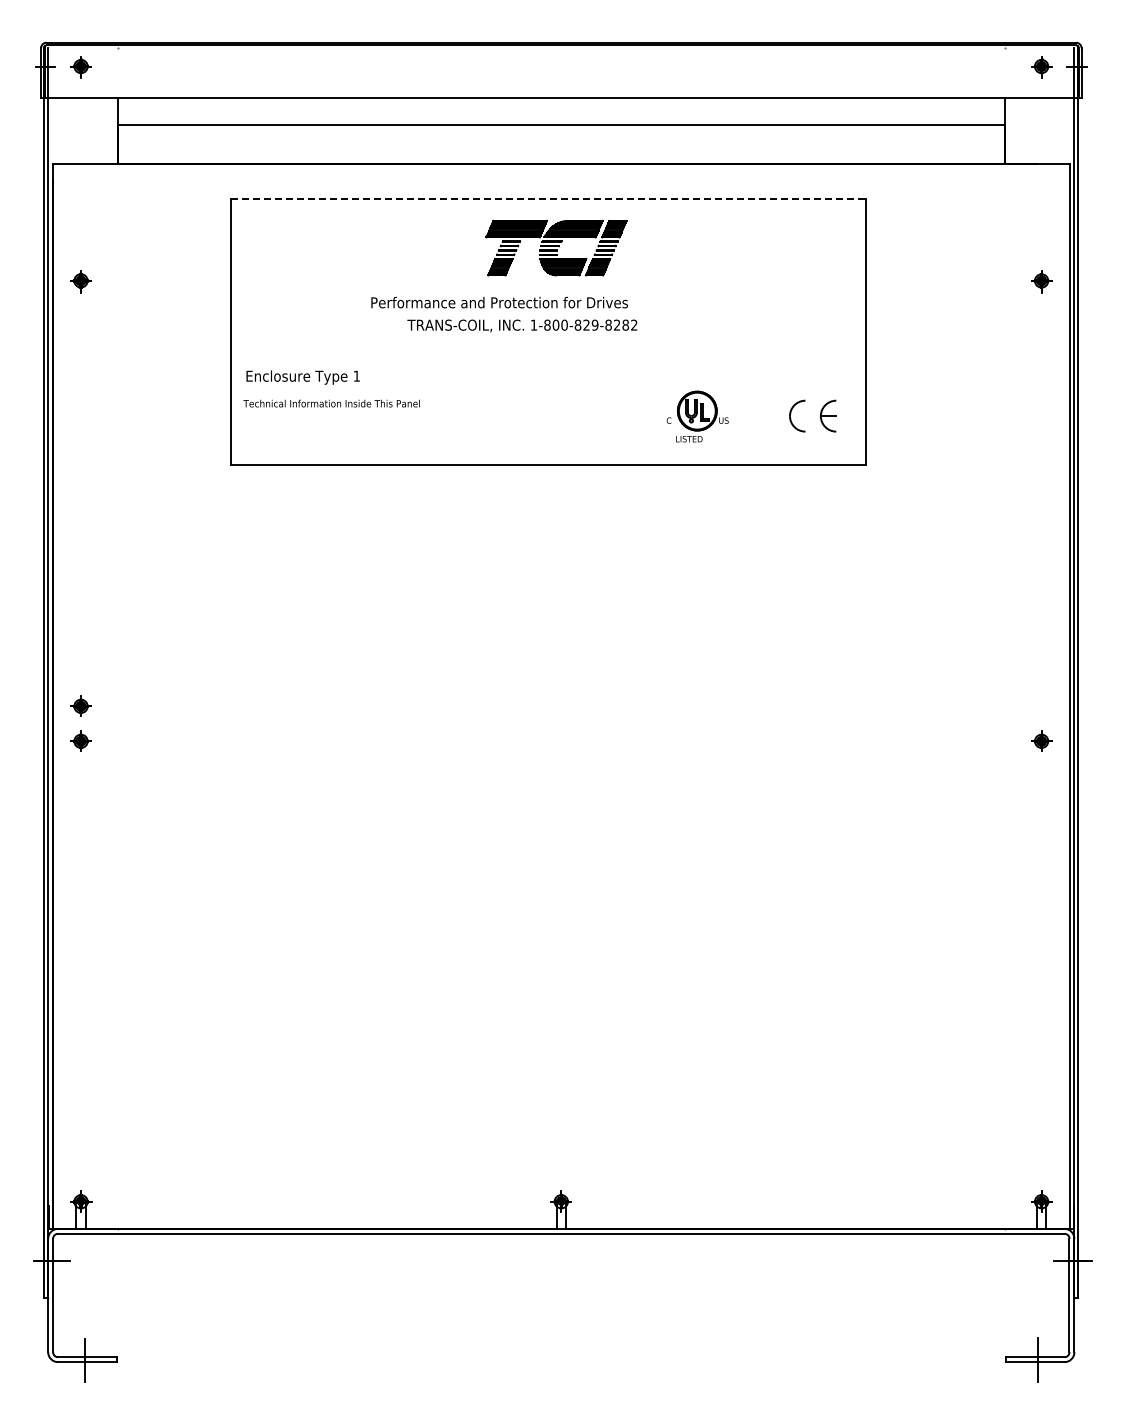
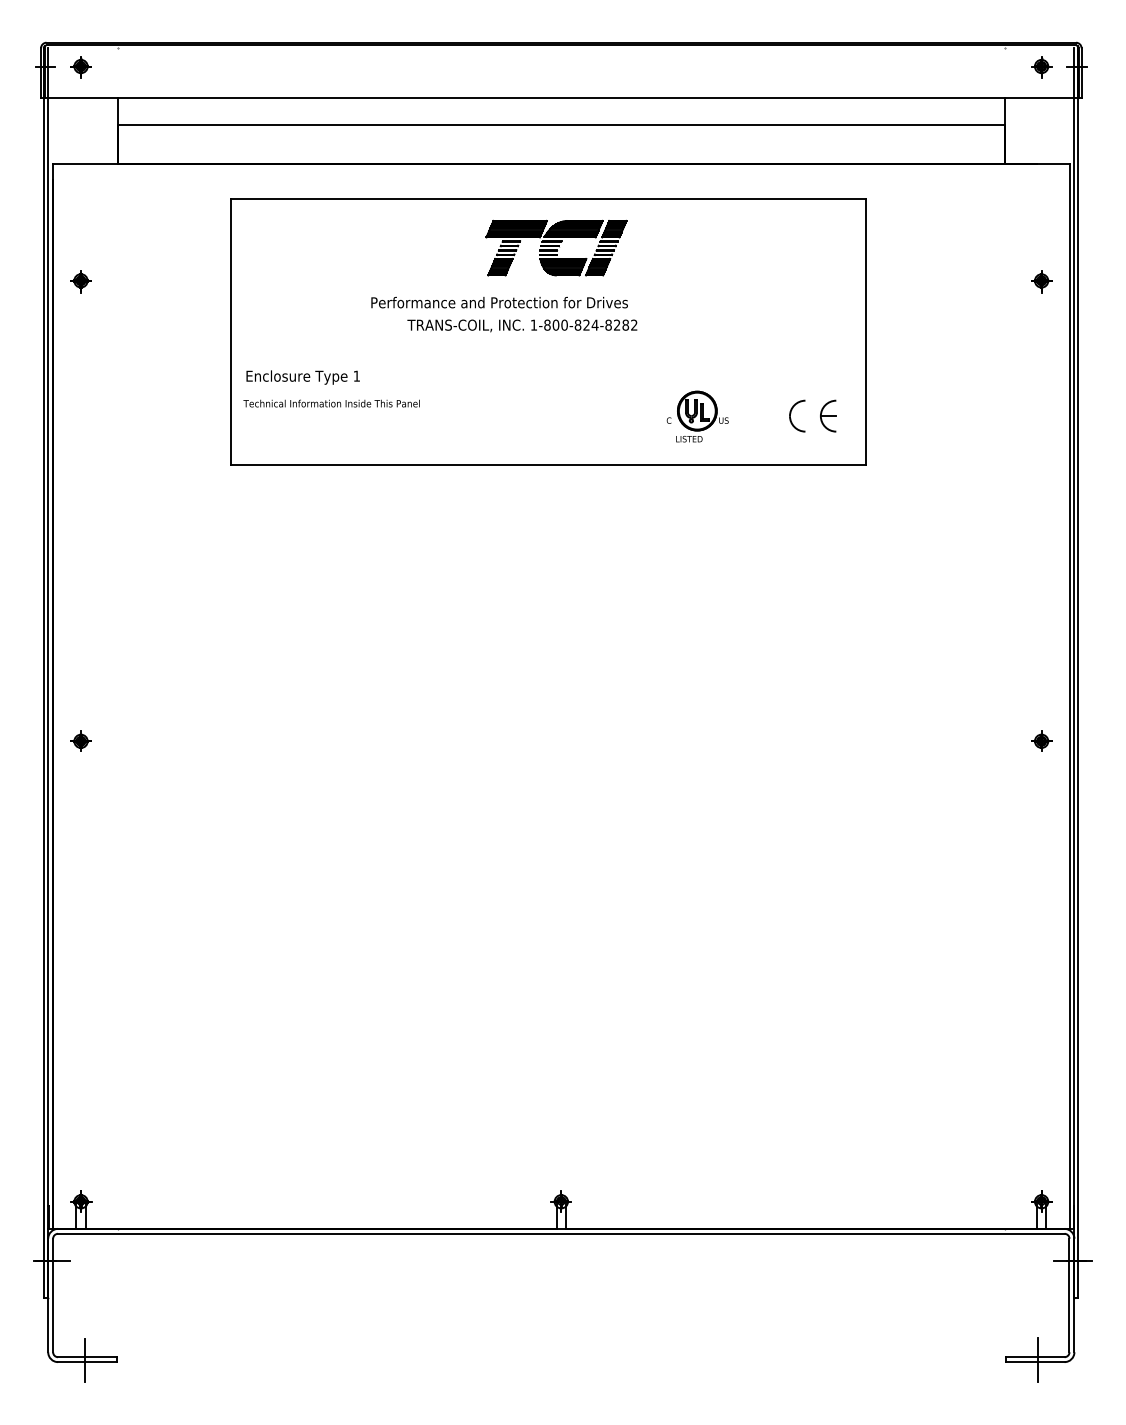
line at (548, 198): dashed -> solid
text at (594, 324): 1-800-829-8282 -> 1-800-824-8282
part at (80, 705): present -> none
